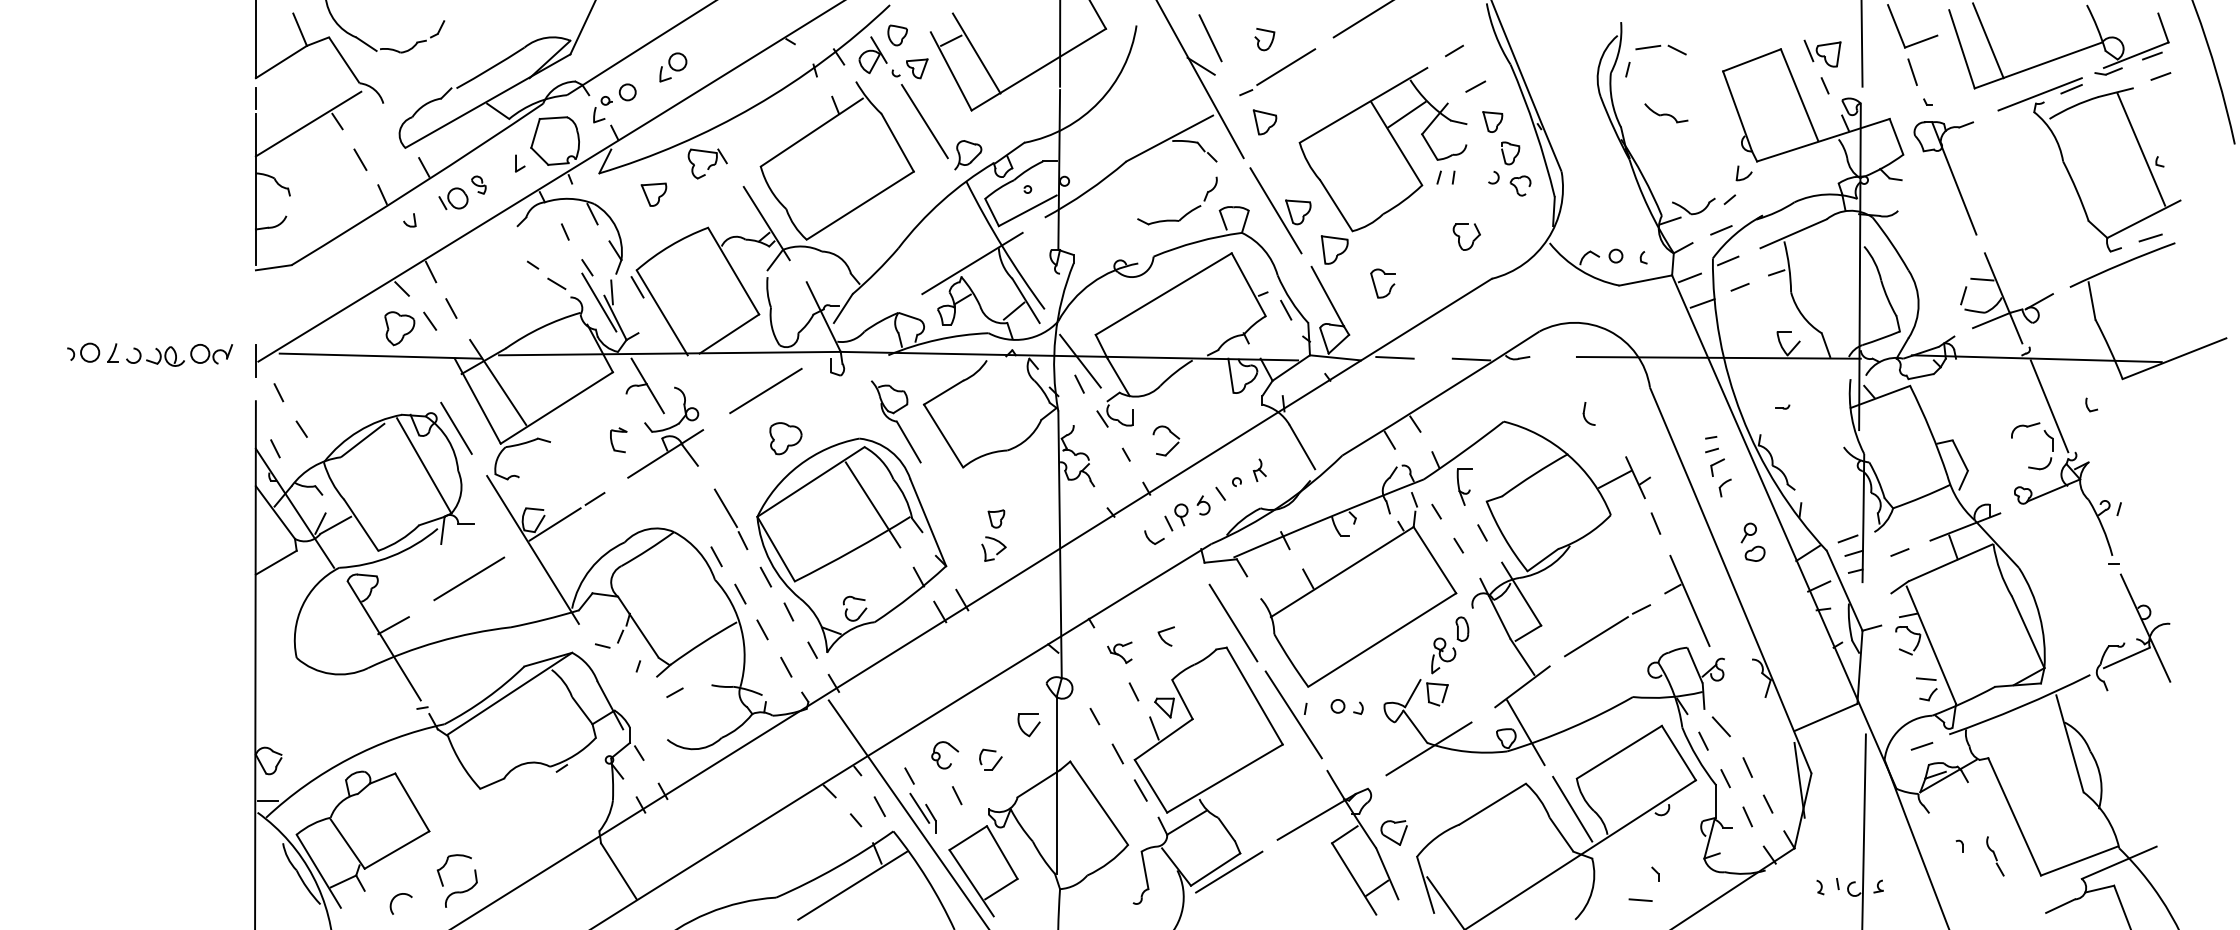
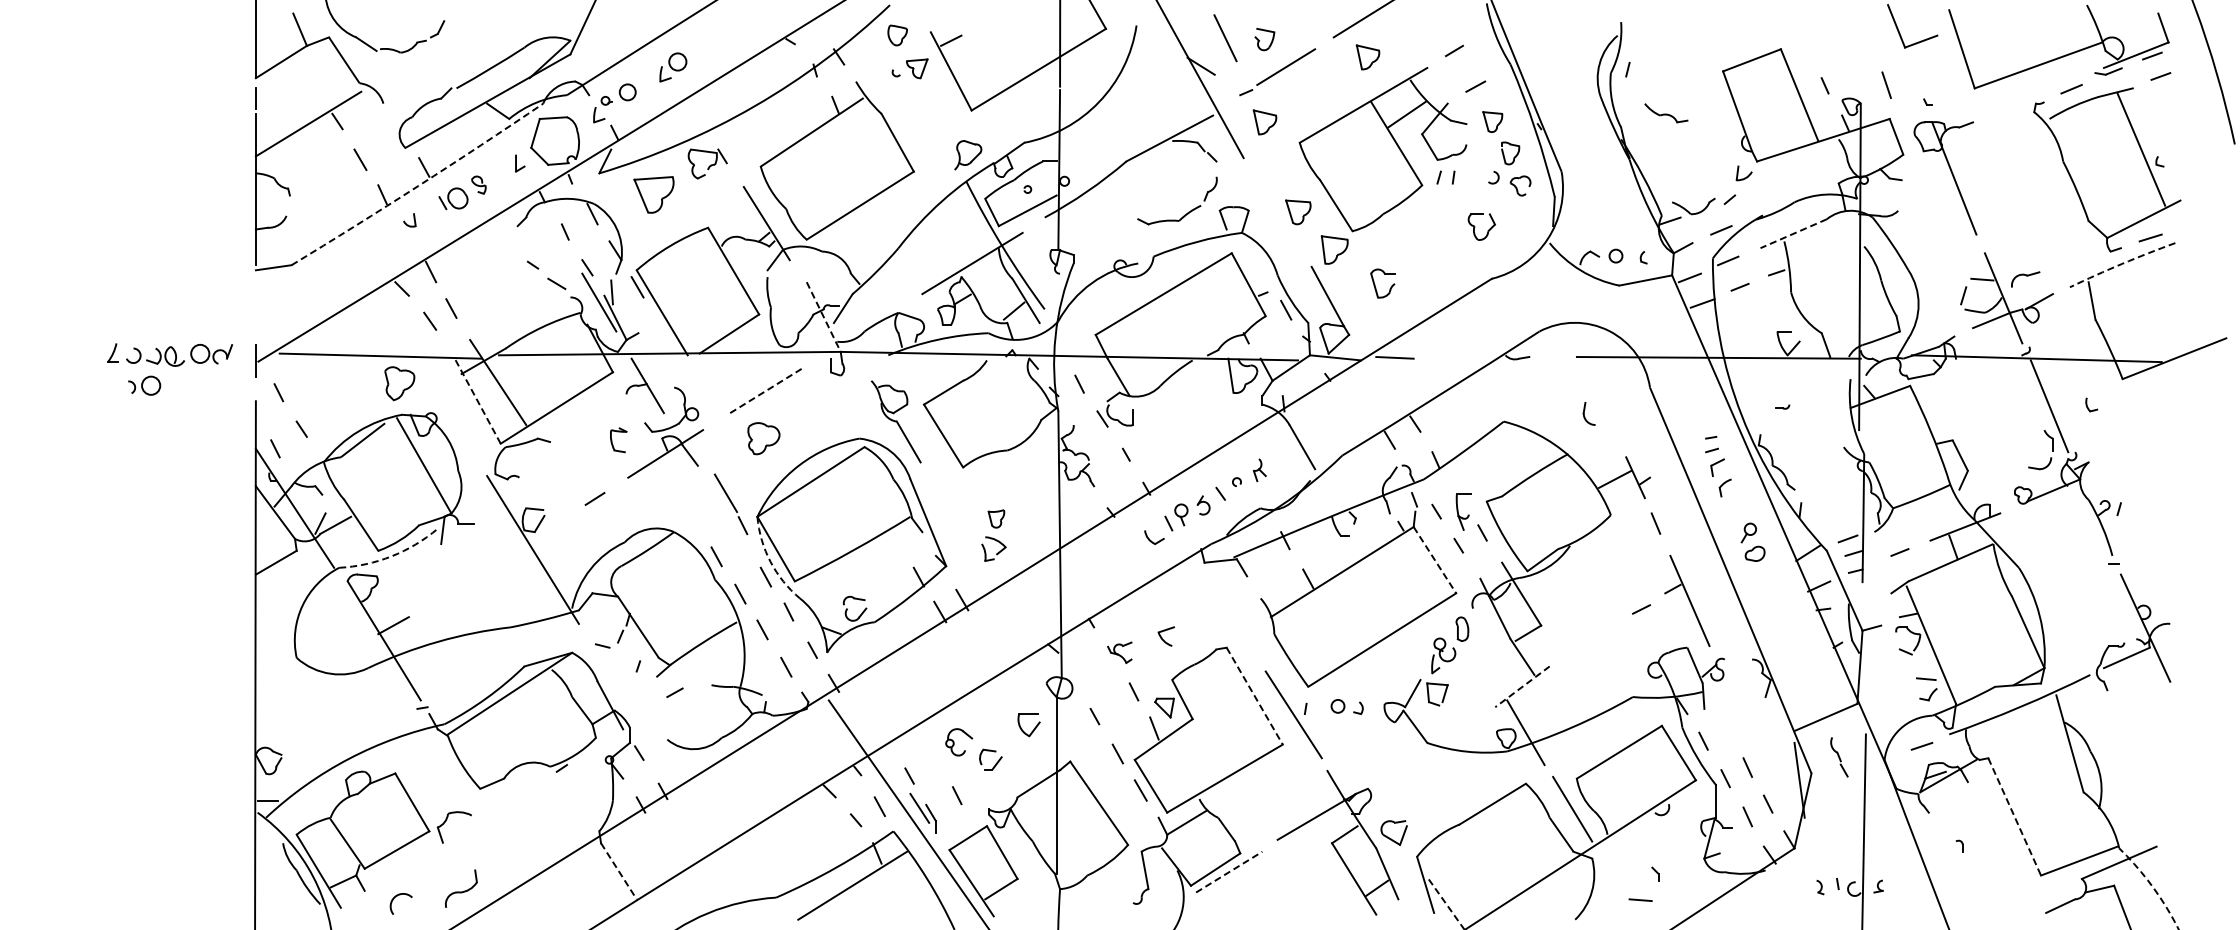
line at (1210, 38) position: (1210, 38) -> (1225, 38)
line at (1988, 40): present -> none
line at (1861, 44): present -> none
part at (1660, 49): present -> none
line at (976, 53): present -> none
part at (1822, 53): present -> none
part at (872, 55): present -> none
part at (1367, 57): none -> present
line at (1912, 71) position: (1912, 71) -> (1886, 84)
line at (2039, 94): present -> none
line at (924, 121): present -> none
arc at (418, 186): solid -> dashed
part at (653, 194) size: 28x25 px -> 42x38 px
line at (1275, 210): present -> none
line at (1793, 233): solid -> dashed
part at (1466, 236) position: (1466, 236) -> (1481, 226)
arc at (2122, 263): solid -> dashed
line at (823, 317): solid -> dashed
part at (399, 328) position: (399, 328) -> (399, 383)
part at (83, 352) position: (83, 352) -> (144, 385)
line at (1471, 359): present -> none
line at (1080, 360): present -> none
line at (765, 391): solid -> dashed
line at (477, 400): solid -> dashed
line at (456, 427): present -> none
part at (2025, 430) position: (2025, 430) -> (2025, 279)
part at (1172, 434): present -> none
part at (785, 438) position: (785, 438) -> (763, 438)
part at (1464, 486) position: (1464, 486) -> (1463, 511)
line at (872, 504): present -> none
part at (730, 518) position: (730, 518) -> (730, 503)
line at (554, 524): present -> none
arc at (391, 556): solid -> dashed
line at (1435, 560): solid -> dashed
arc at (770, 561): solid -> dashed
line at (469, 578): present -> none
line at (1233, 622): present -> none
line at (1596, 636): present -> none
line at (1522, 687): solid -> dashed
line at (1254, 696): solid -> dashed
line at (1720, 726): present -> none
line at (1428, 748): present -> none
part at (945, 755) position: (945, 755) -> (959, 742)
line at (2014, 817): solid -> dashed
part at (1995, 856) position: (1995, 856) -> (1839, 757)
part at (446, 864) position: (446, 864) -> (446, 821)
line at (619, 871): solid -> dashed
line at (1229, 872): solid -> dashed
arc at (2152, 886): solid -> dashed
line at (1445, 903): solid -> dashed
